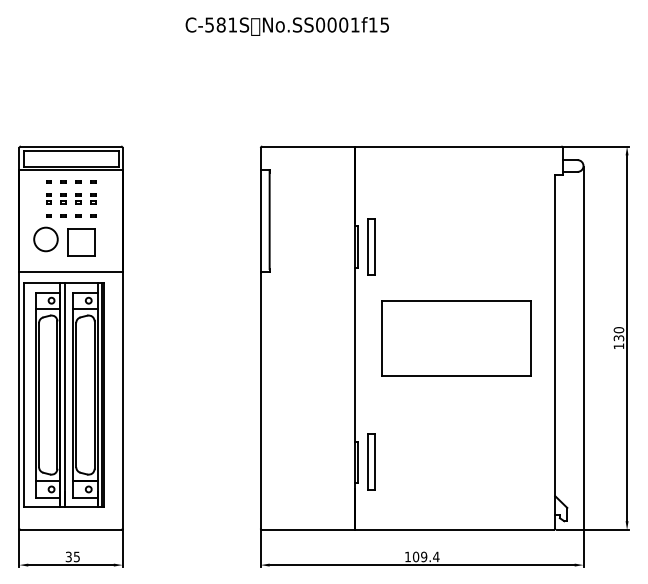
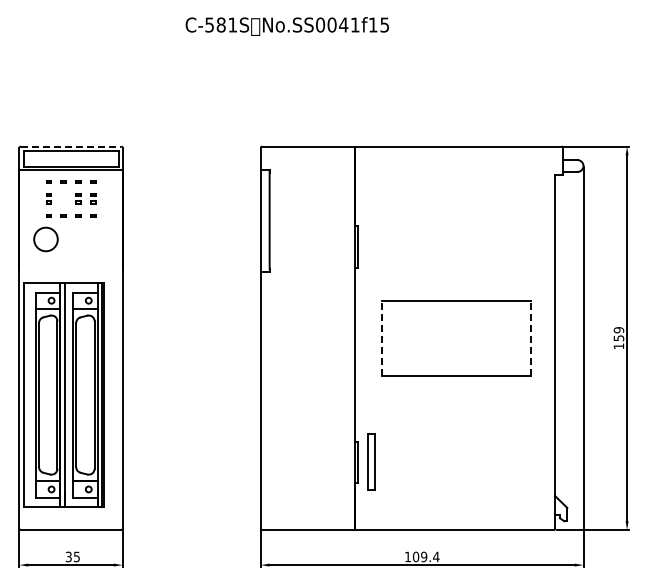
text at (343, 24): No.SS0001f15 -> No.SS0041f15
line at (71, 146): solid -> dashed
part at (63, 198): present -> none
part at (81, 242): present -> none
part at (371, 246): present -> none
line at (70, 271): present -> none
text at (618, 333): 130 -> 159
line at (382, 337): solid -> dashed
line at (530, 337): solid -> dashed
